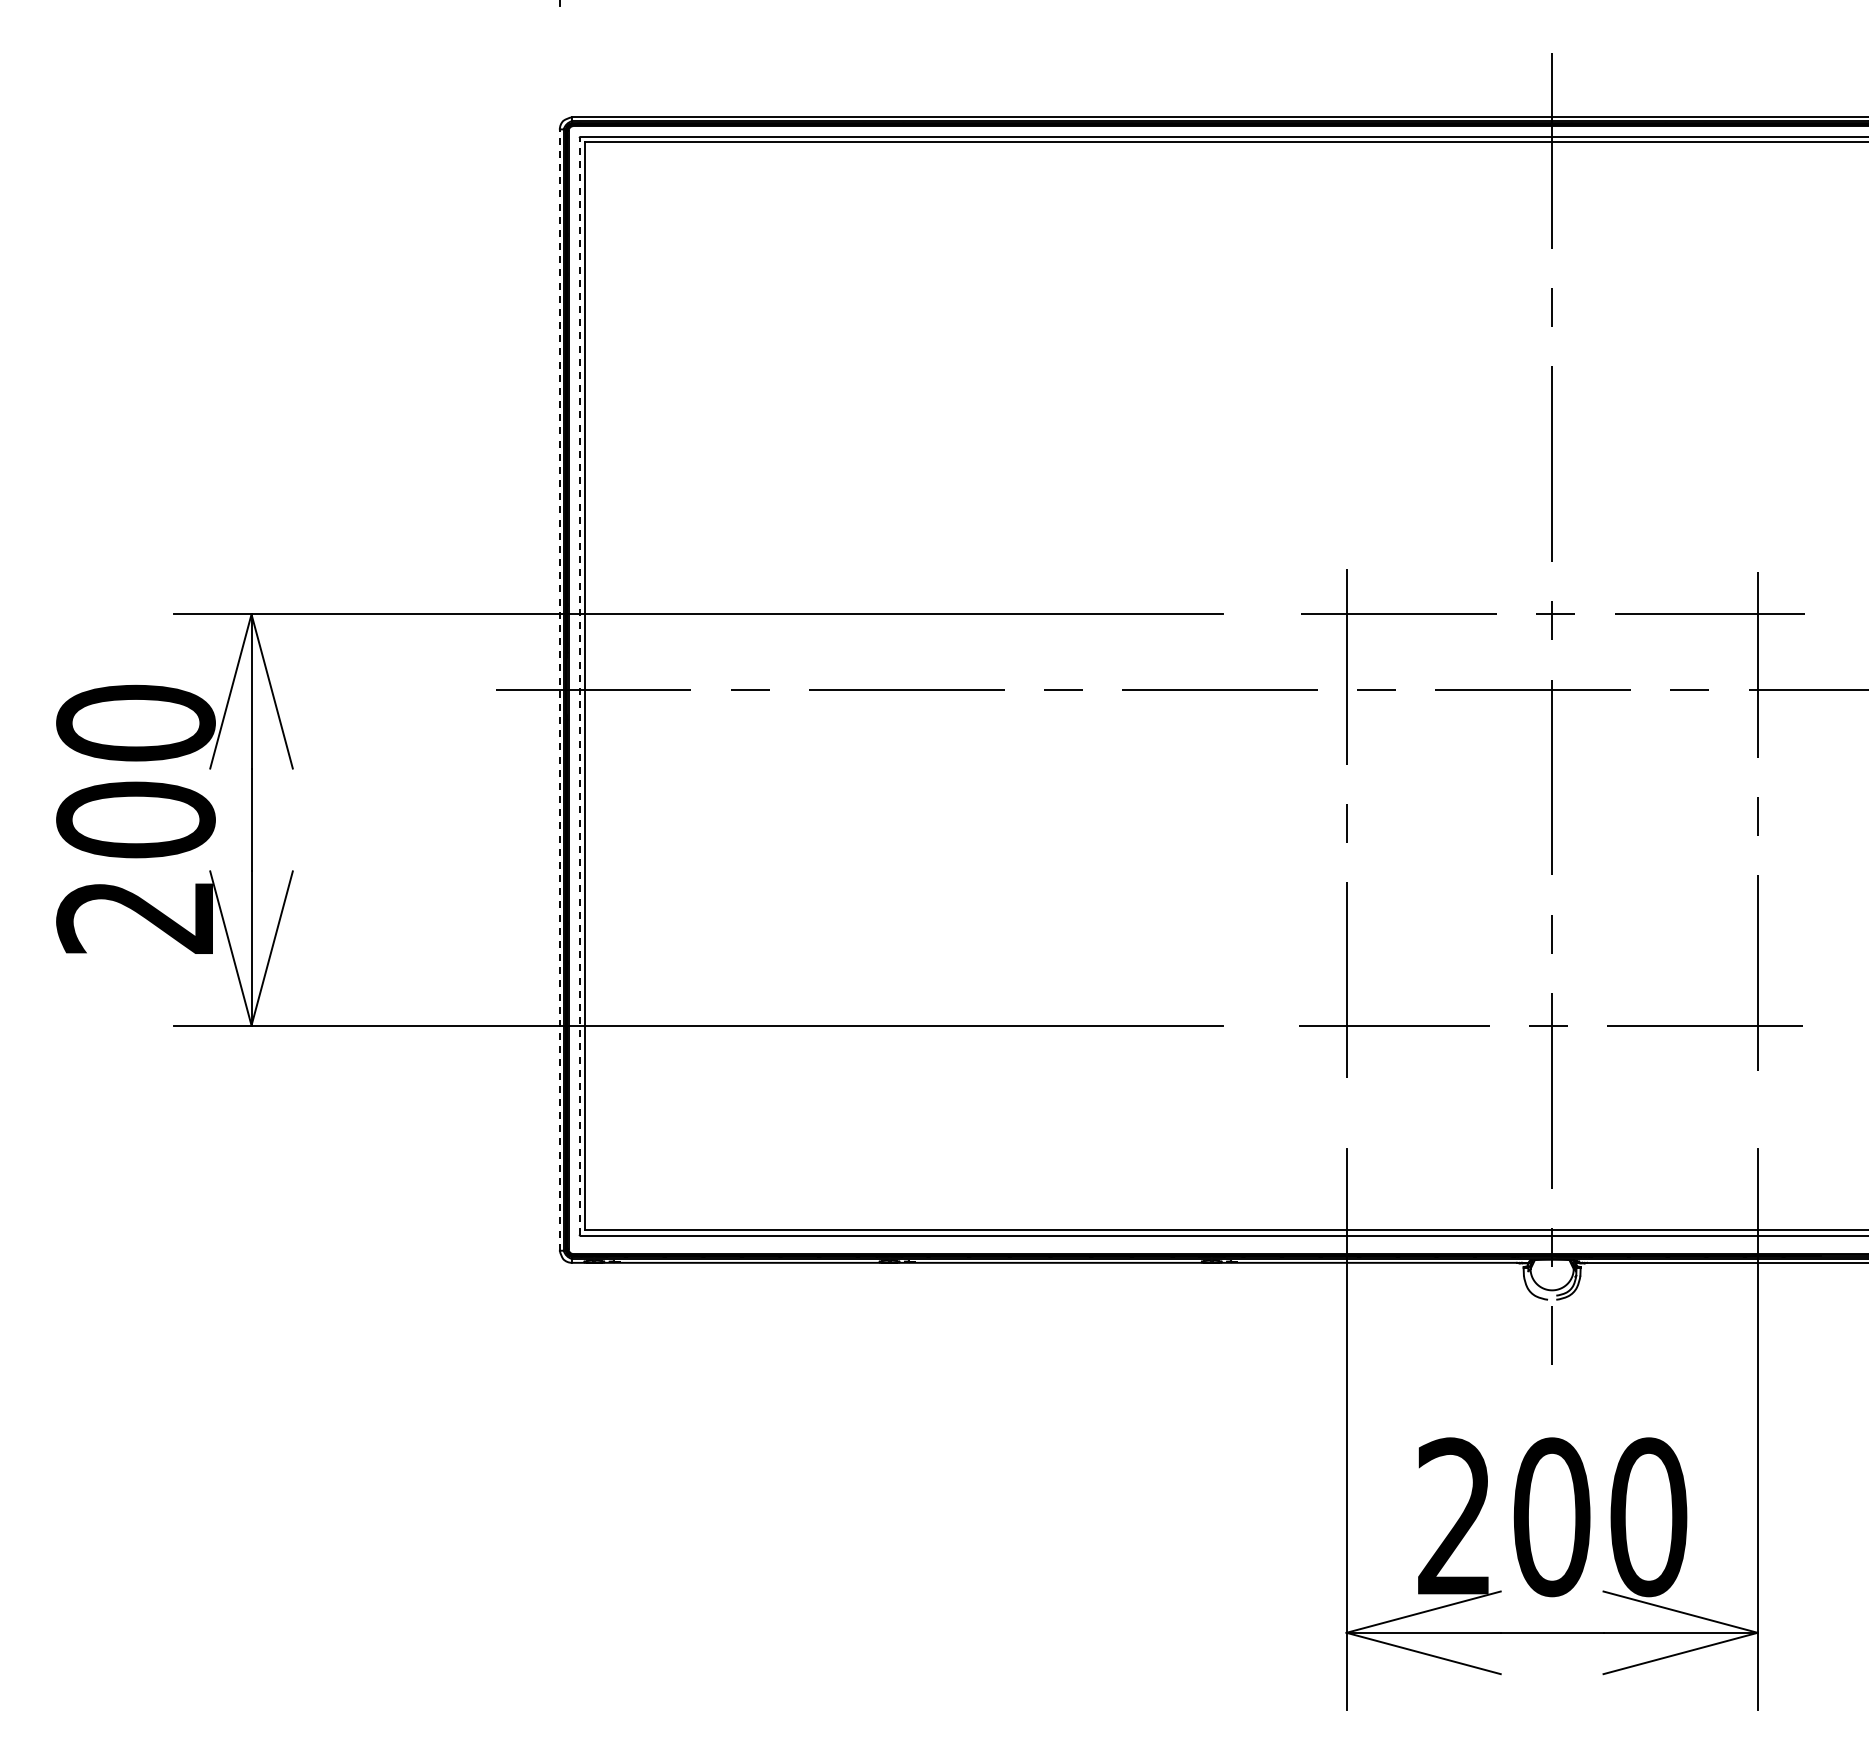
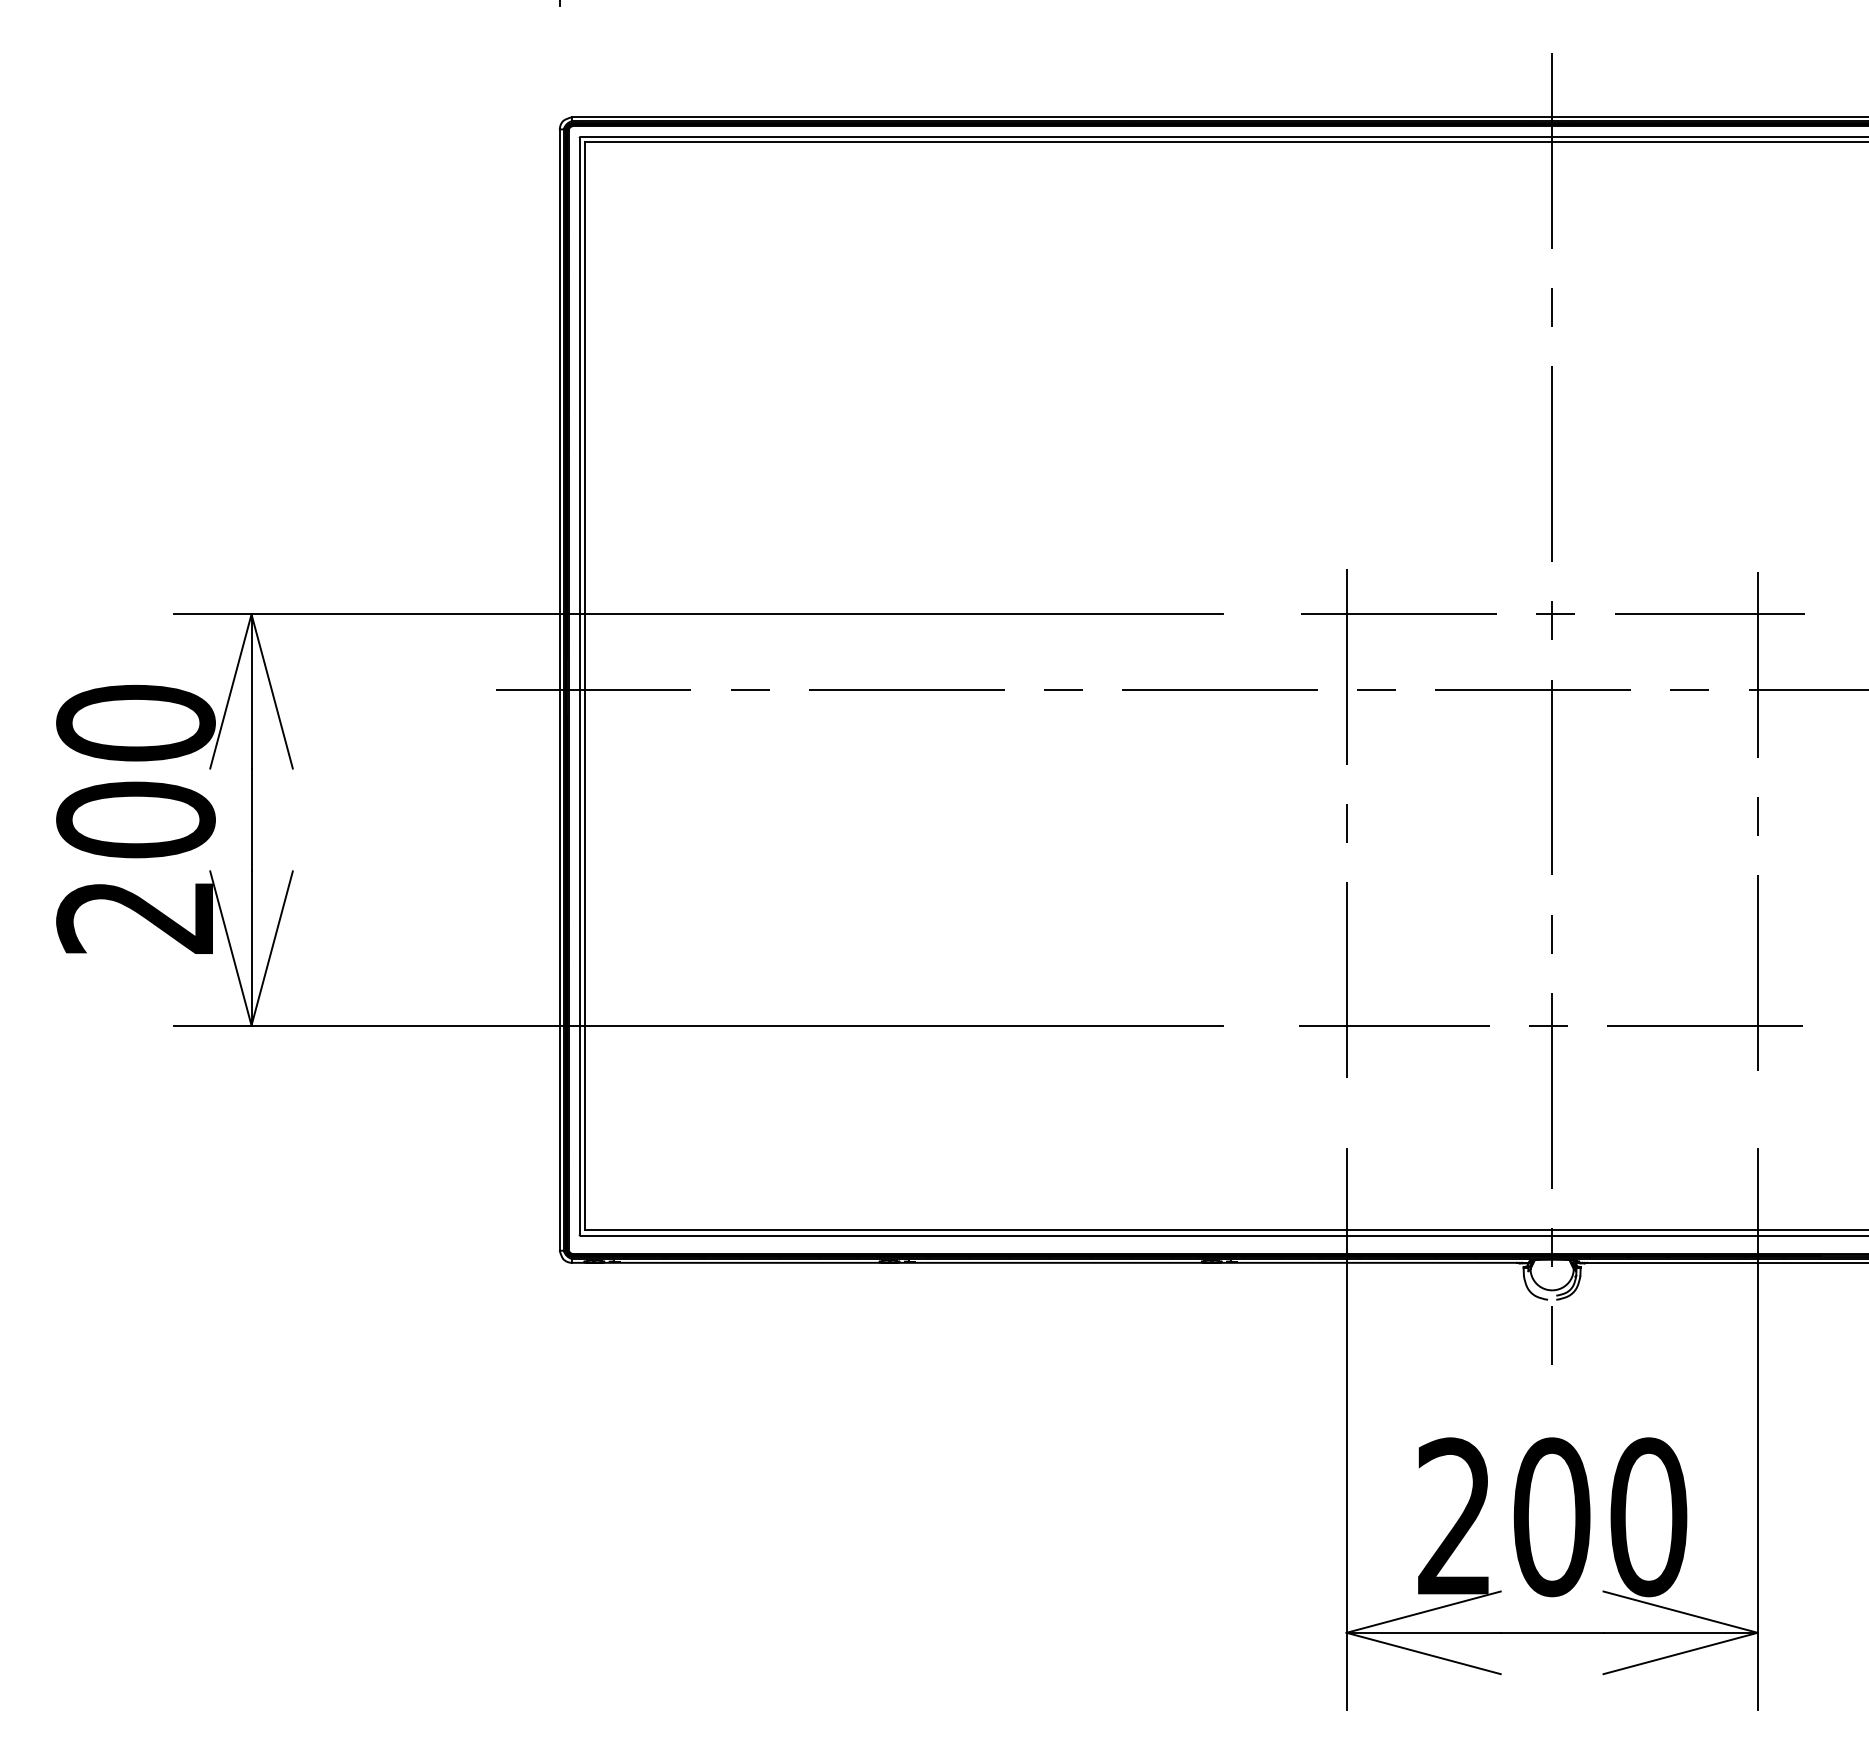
line at (579, 685): dashed -> solid
line at (559, 690): dashed -> solid
